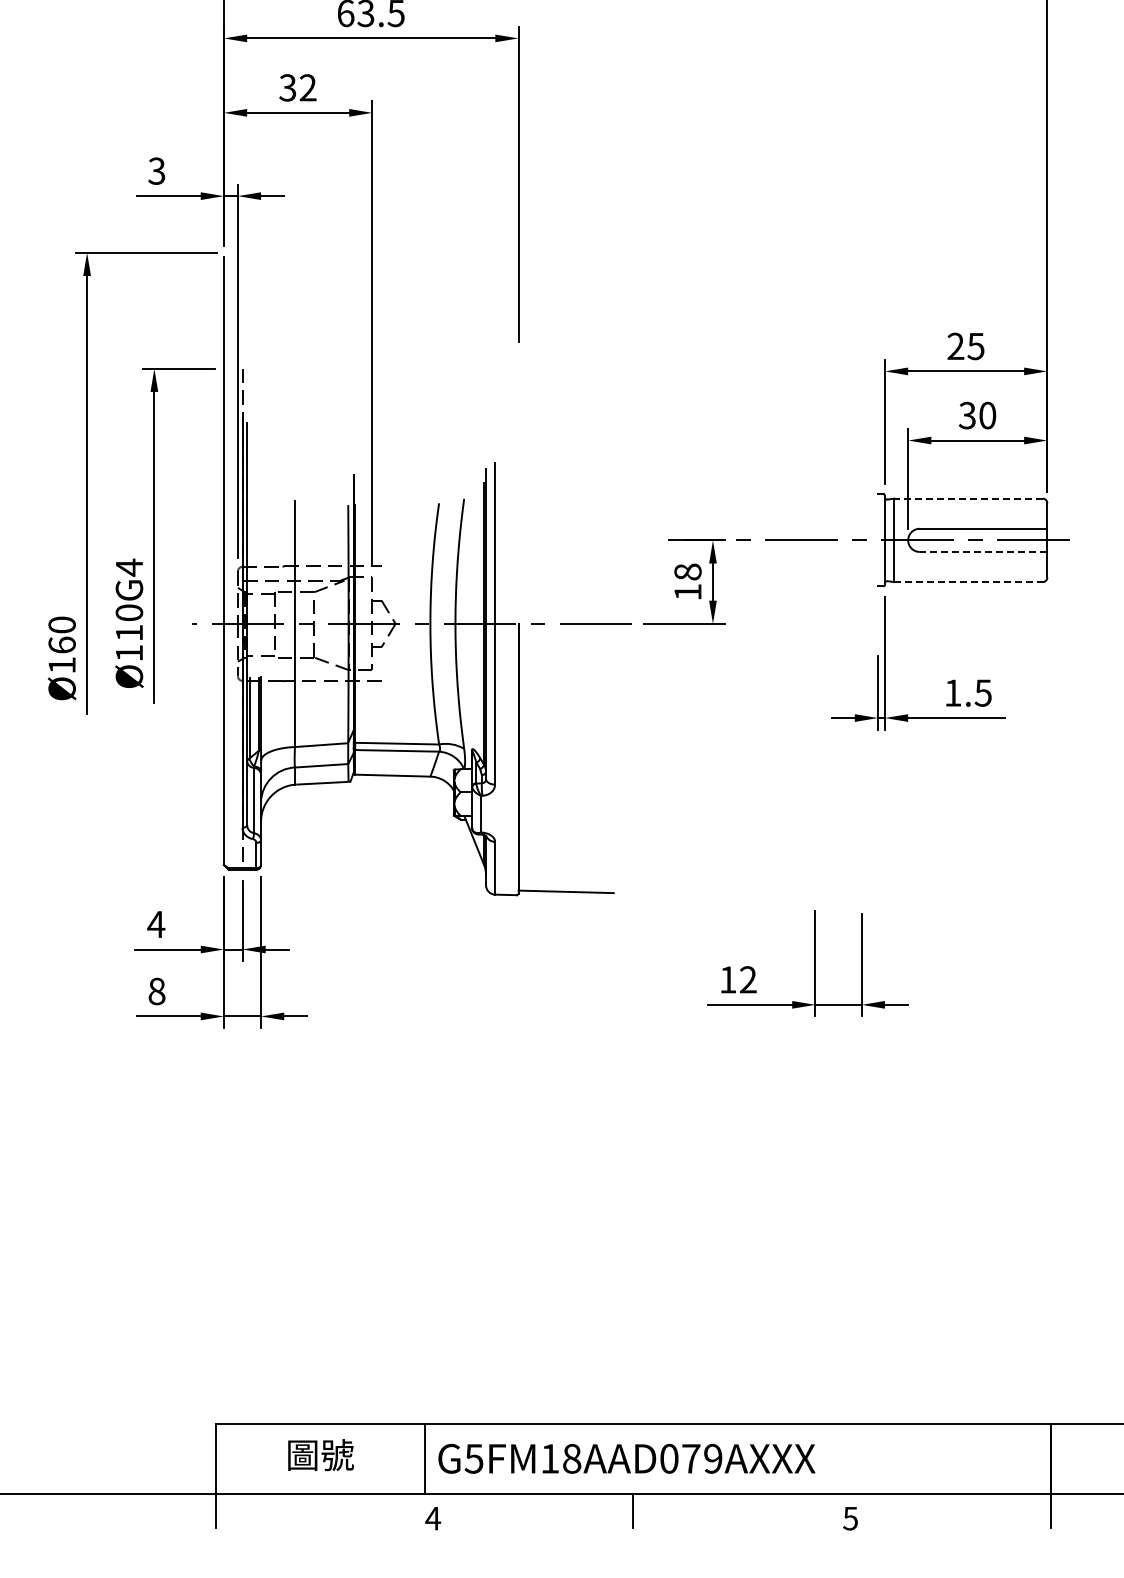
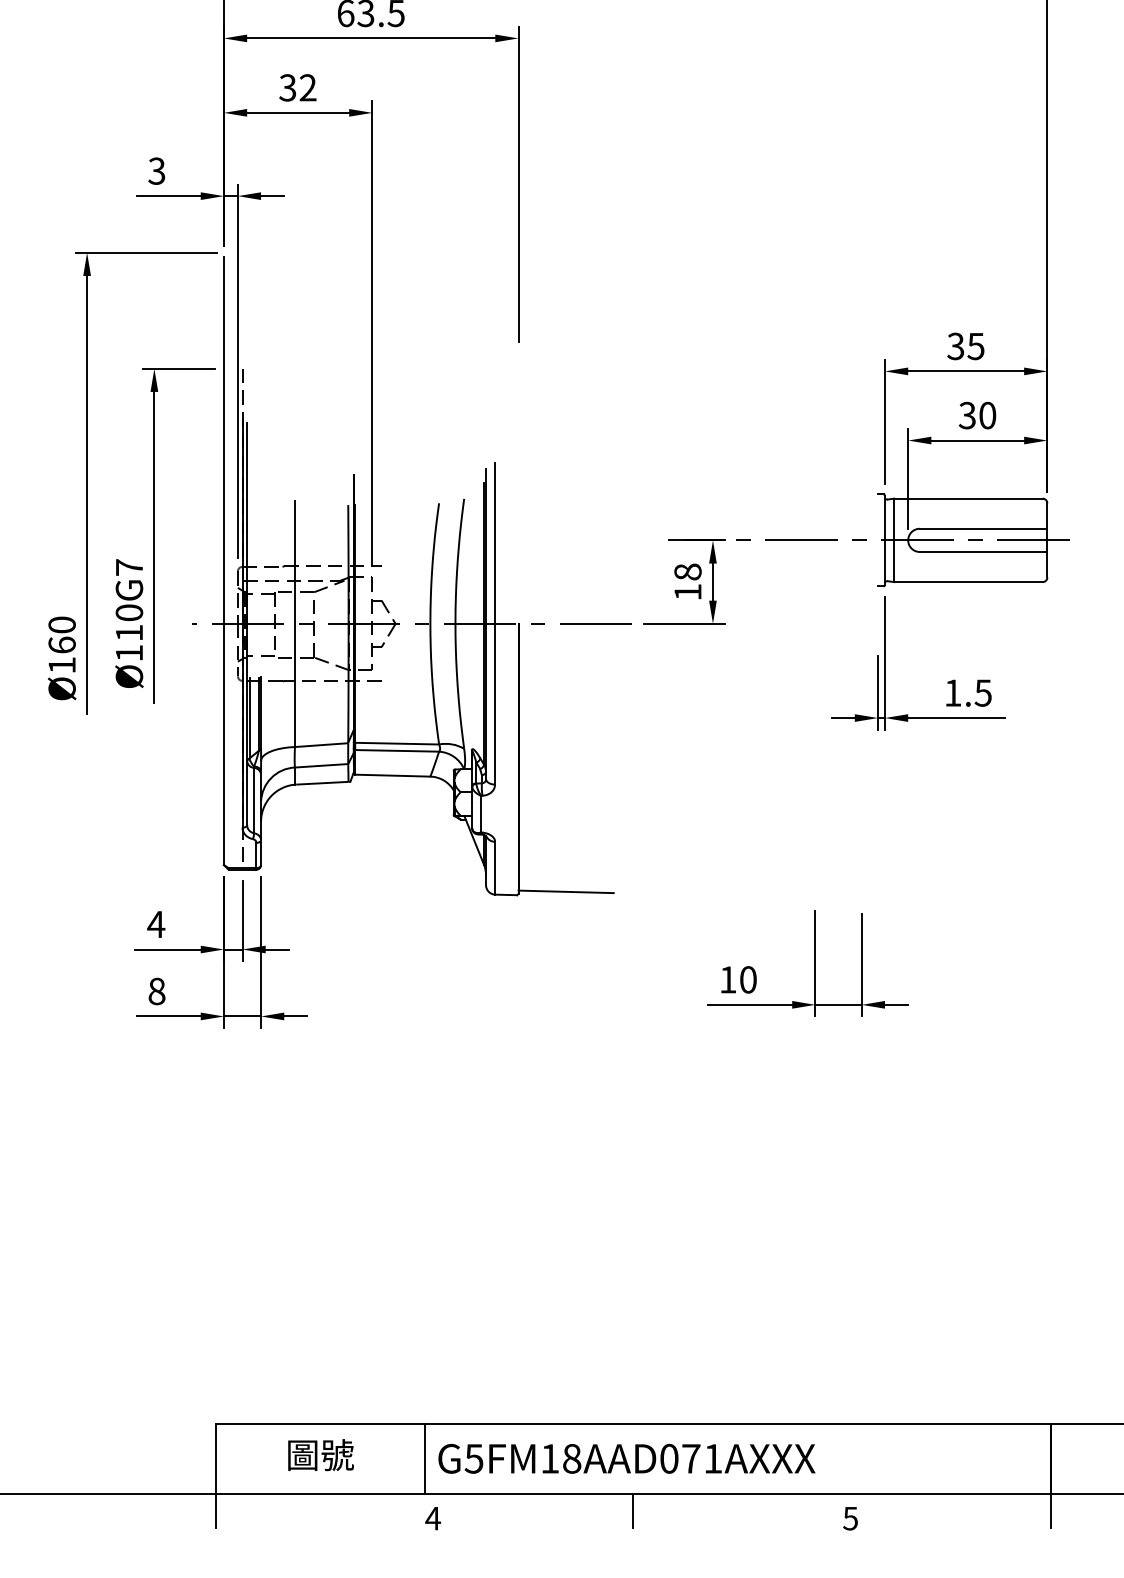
text at (955, 346): 25 -> 35
line at (968, 498): dashed -> solid
line at (983, 551): dashed -> solid
text at (129, 567): Ø110G4 -> Ø110G7
line at (969, 582): dashed -> solid
text at (748, 979): 12 -> 10
text at (713, 1458): G5FM18AAD079AXXX -> G5FM18AAD071AXXX
